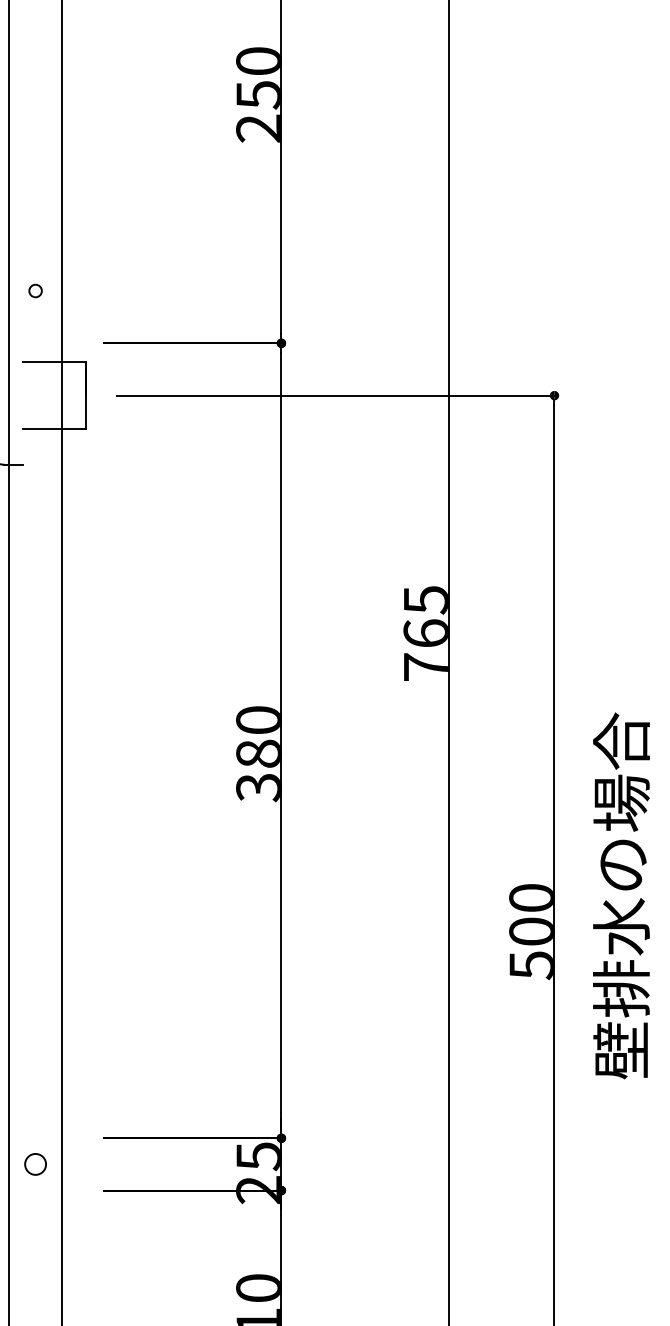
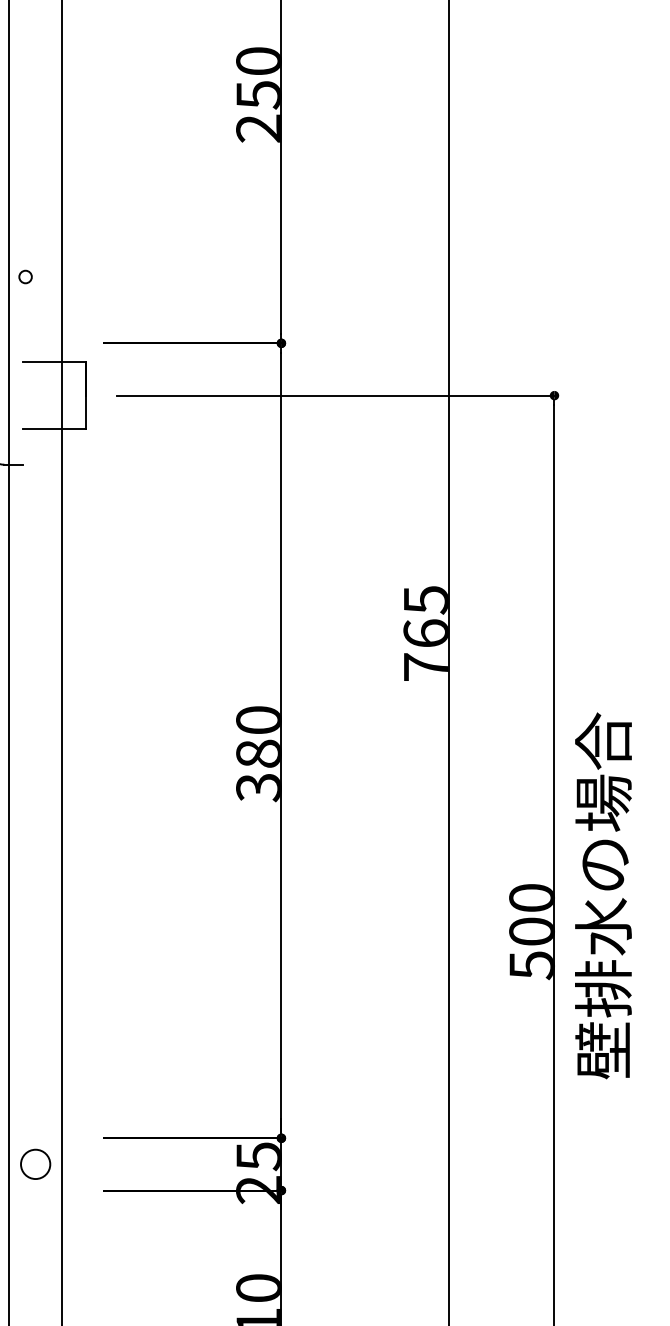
circle at (35, 290) position: (35, 290) -> (25, 276)
text at (621, 895) position: (621, 895) -> (603, 895)
circle at (35, 1164) size: 23x23 px -> 32x32 px
